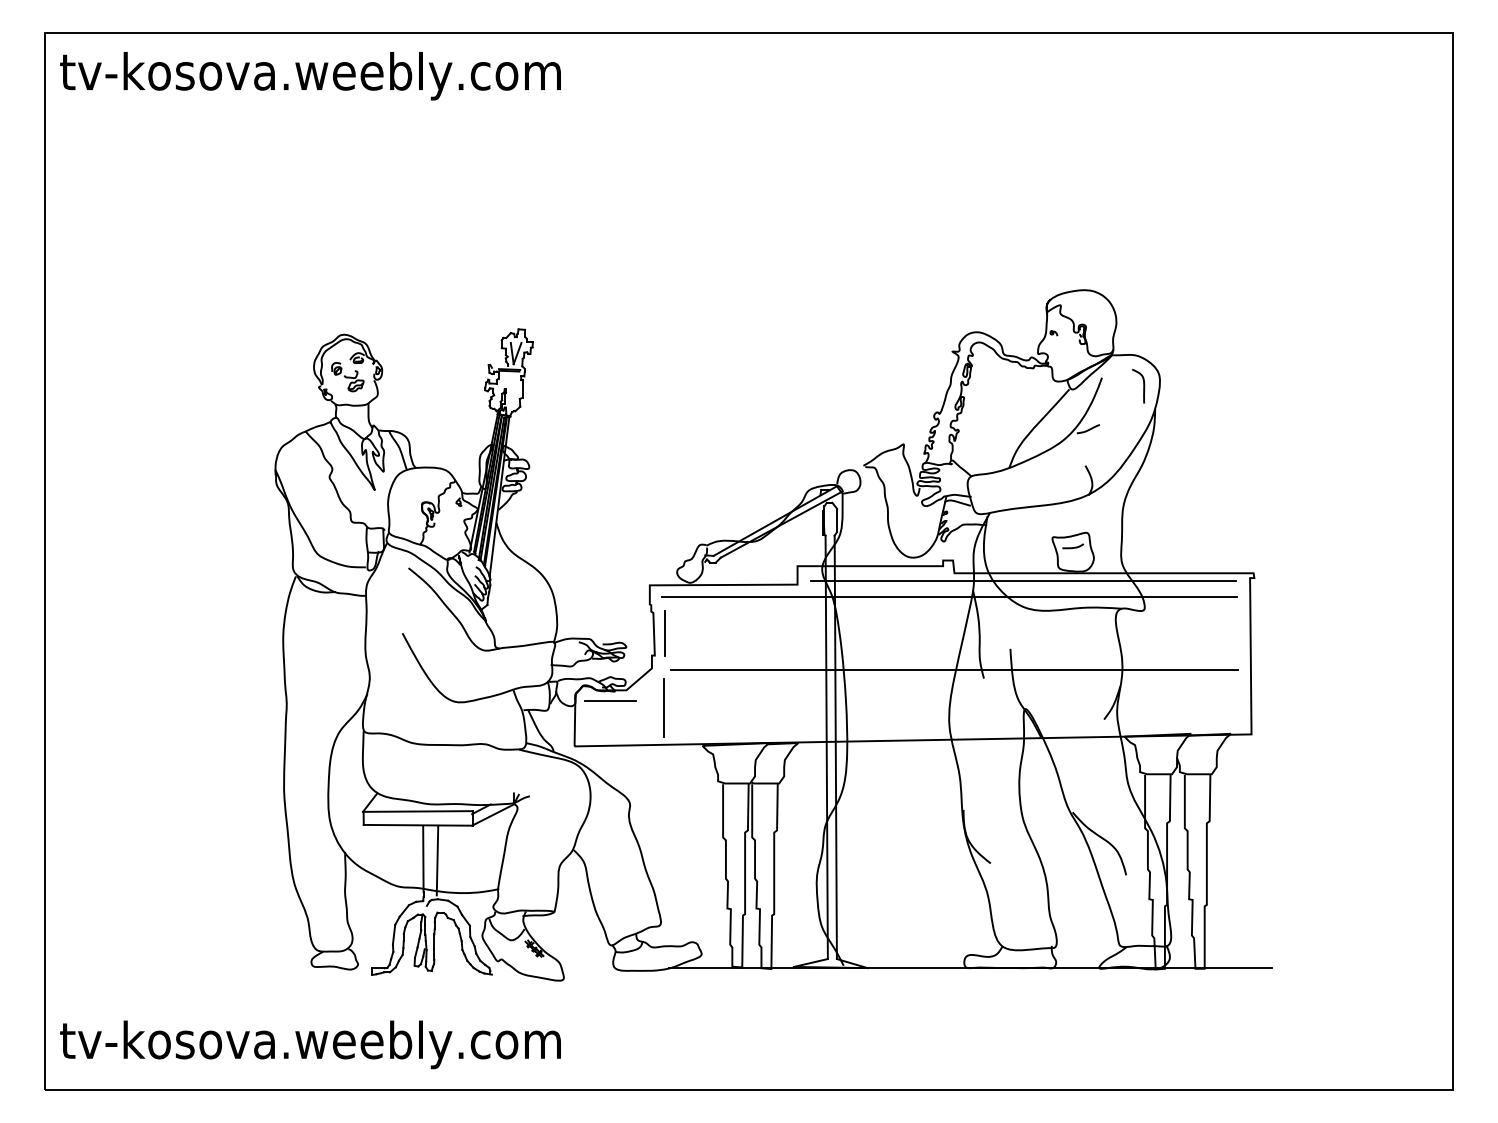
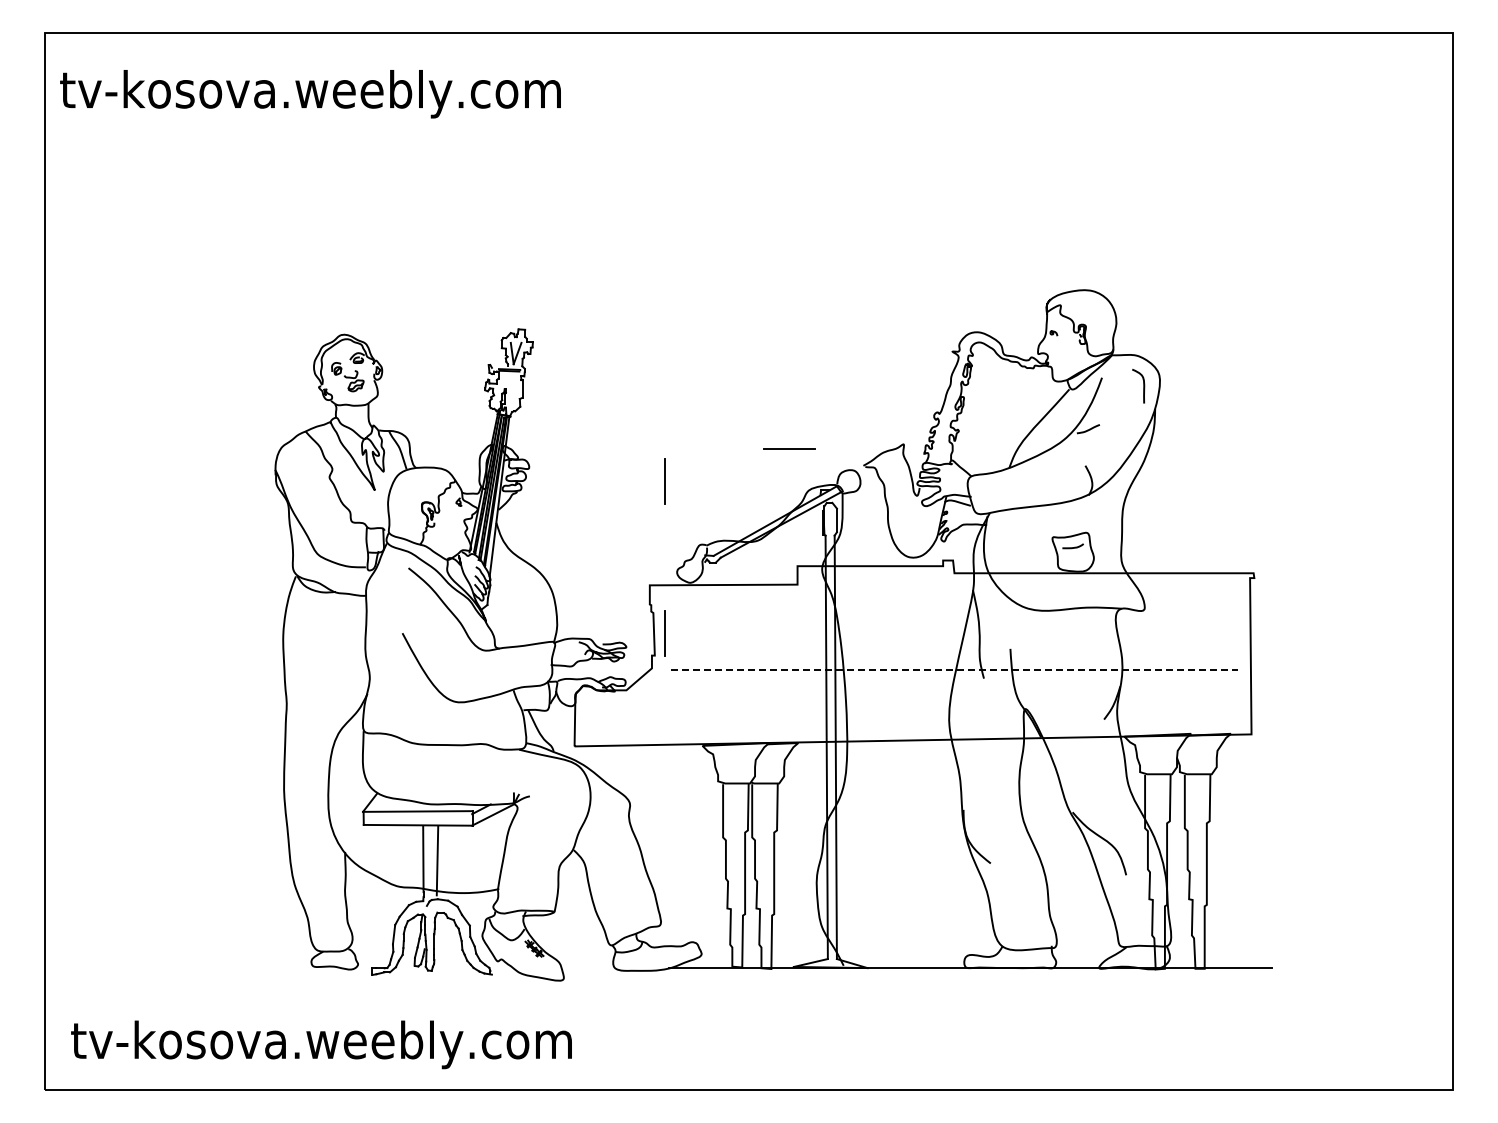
text at (310, 76) position: (310, 76) -> (310, 94)
line at (664, 481): none -> present
line at (1023, 581): present -> none
line at (949, 596): present -> none
line at (954, 669): solid -> dashed
line at (610, 700) position: (610, 700) -> (789, 448)
line at (663, 707): present -> none
text at (310, 1044) position: (310, 1044) -> (321, 1044)
